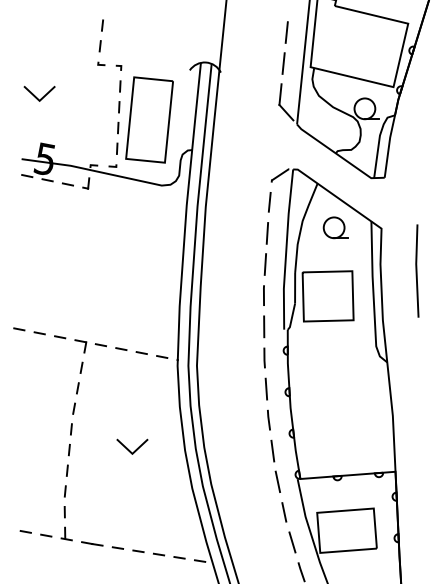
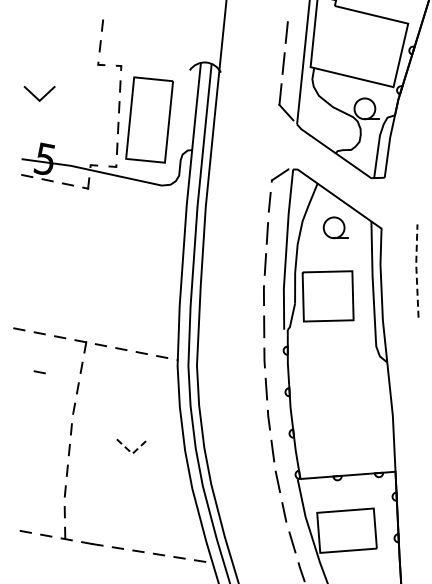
line at (416, 270): solid -> dashed
line at (39, 372): none -> present
line at (132, 453): solid -> dashed
